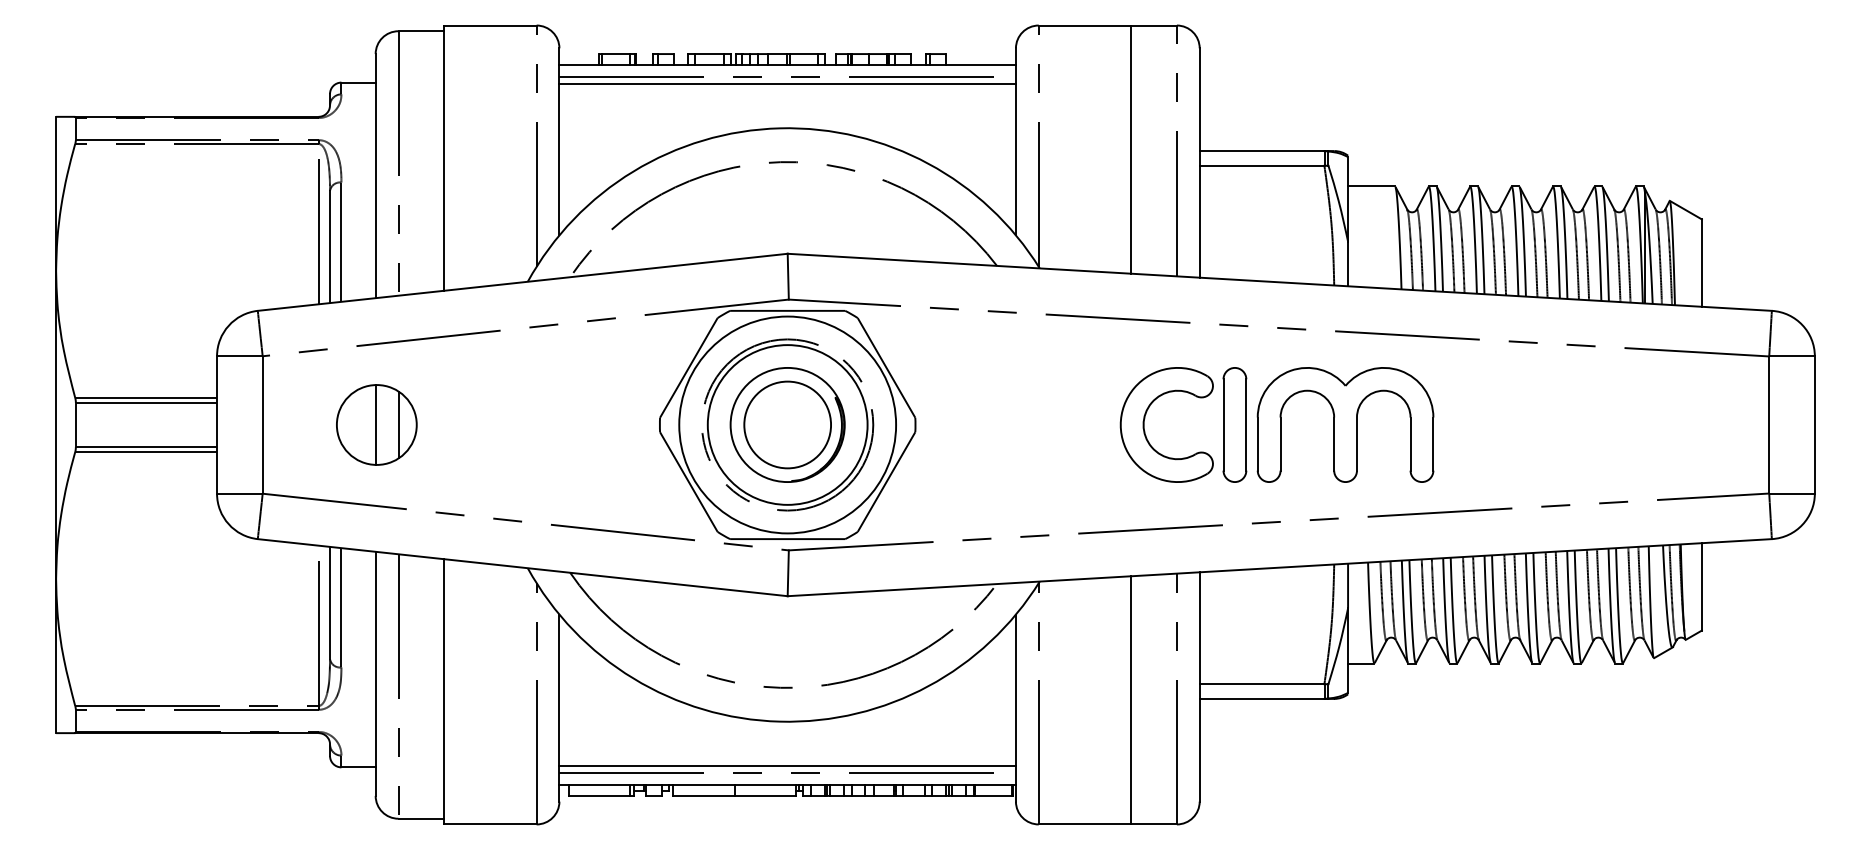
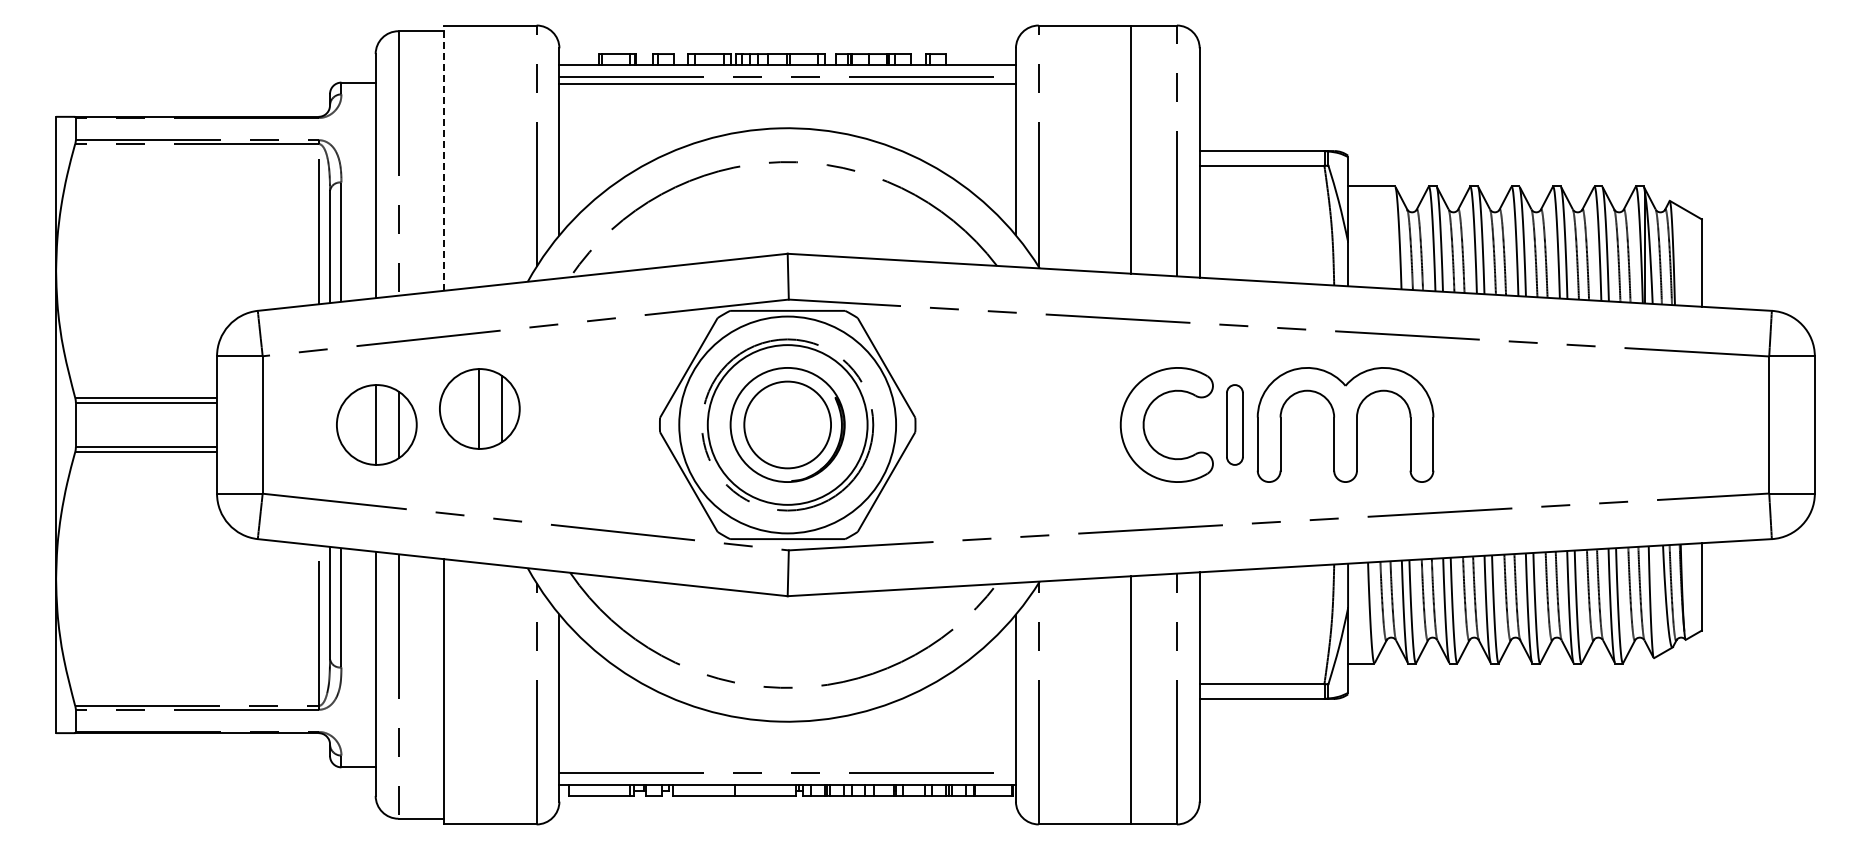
line at (444, 158): solid -> dashed
part at (479, 408): none -> present
part at (1234, 424) size: 26x116 px -> 18x82 px
line at (787, 765): present -> none
